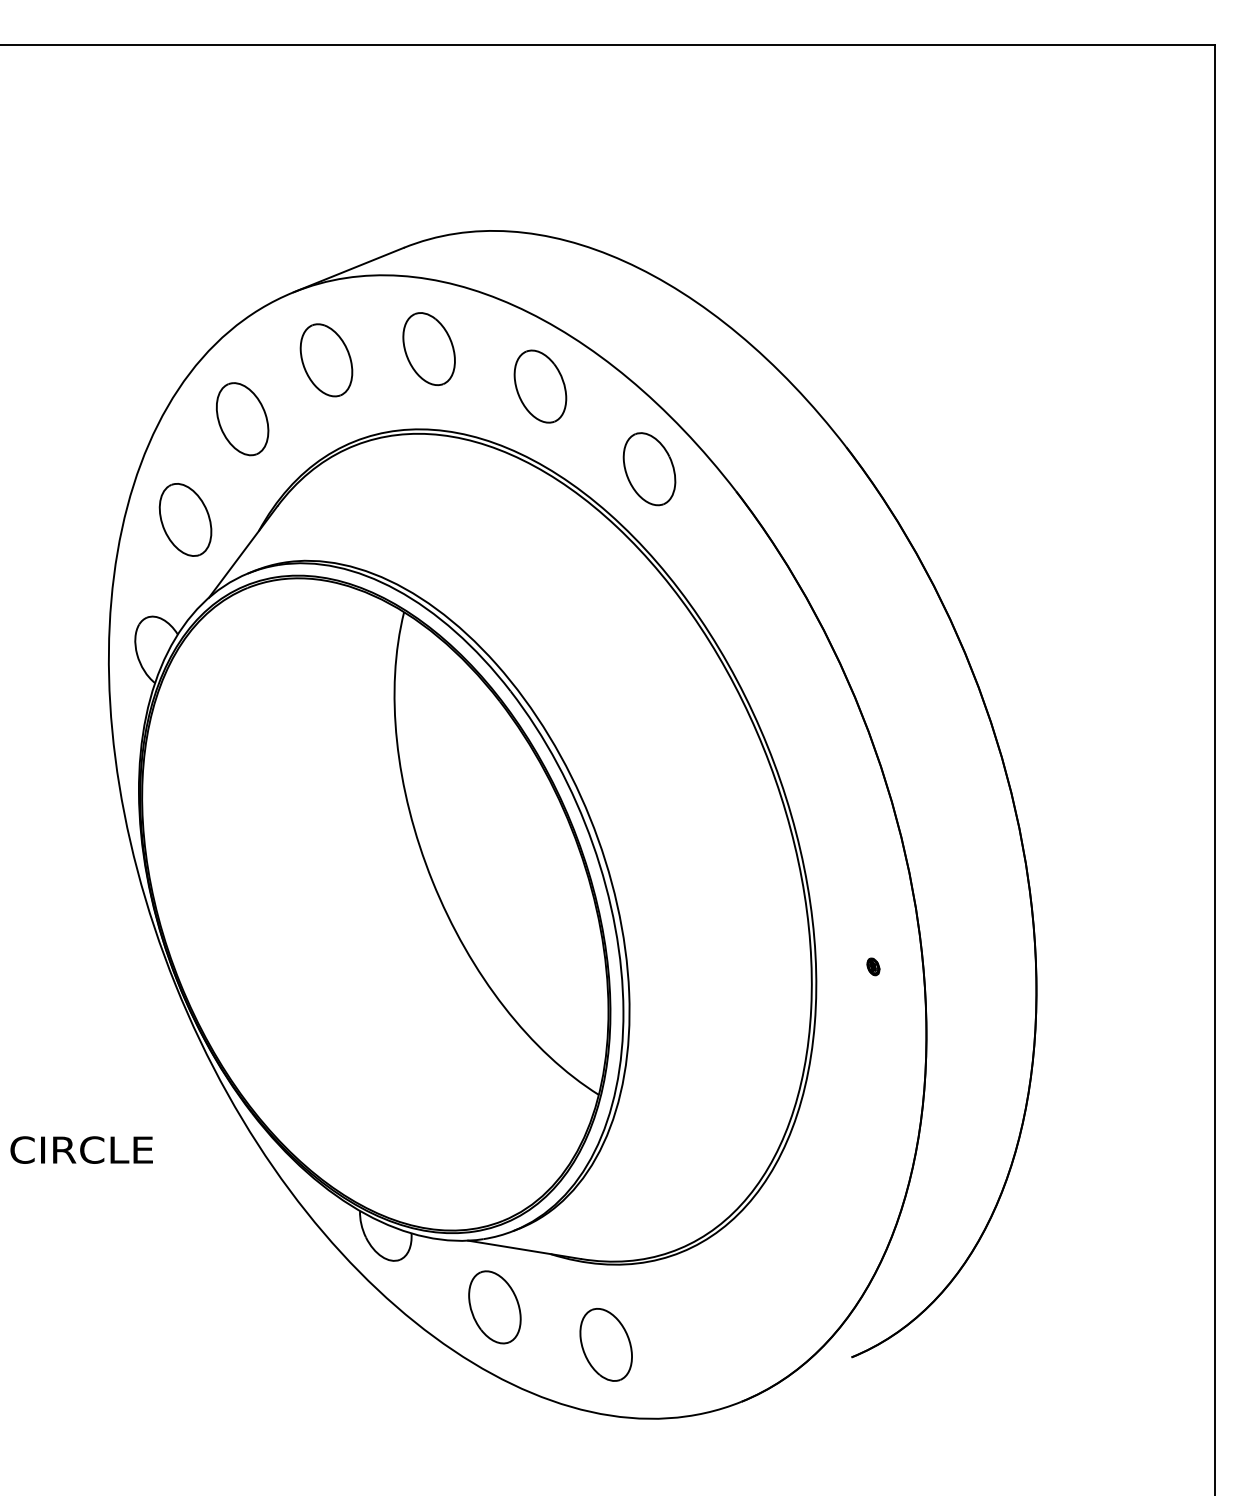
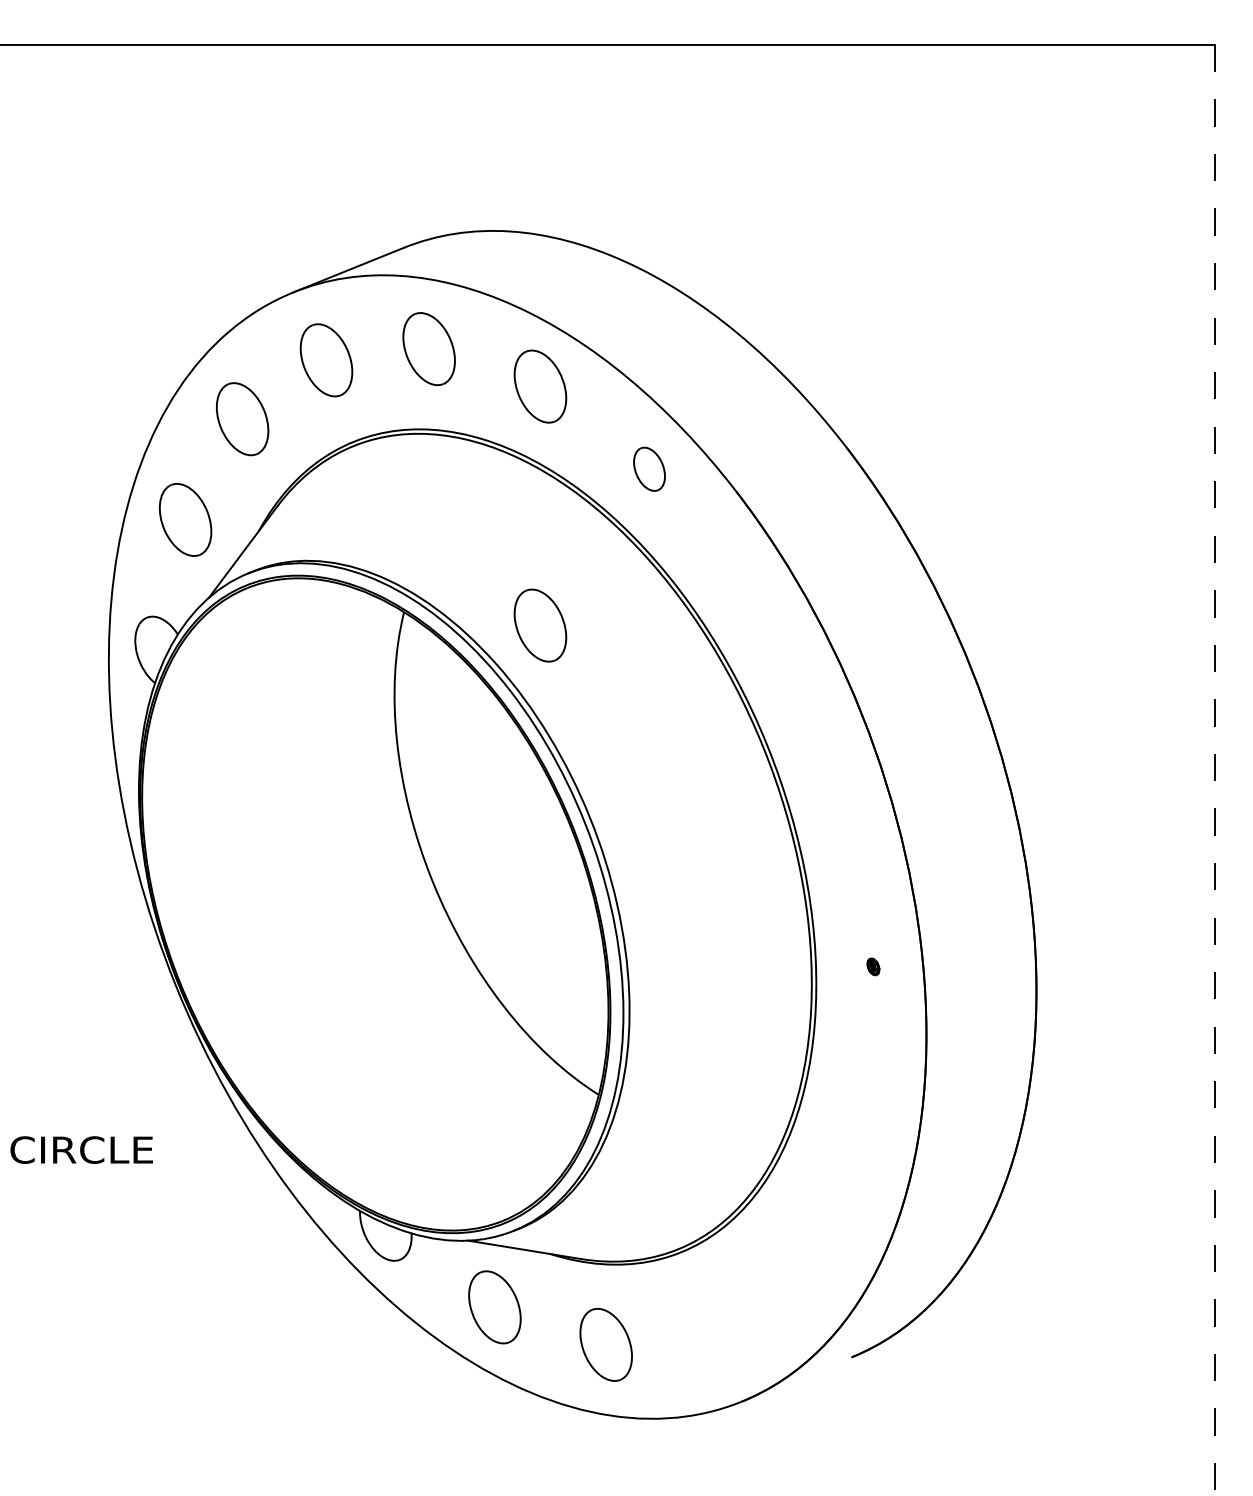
part at (649, 469) size: 55x75 px -> 33x46 px
part at (540, 625): none -> present
line at (1215, 770): solid -> dashed
